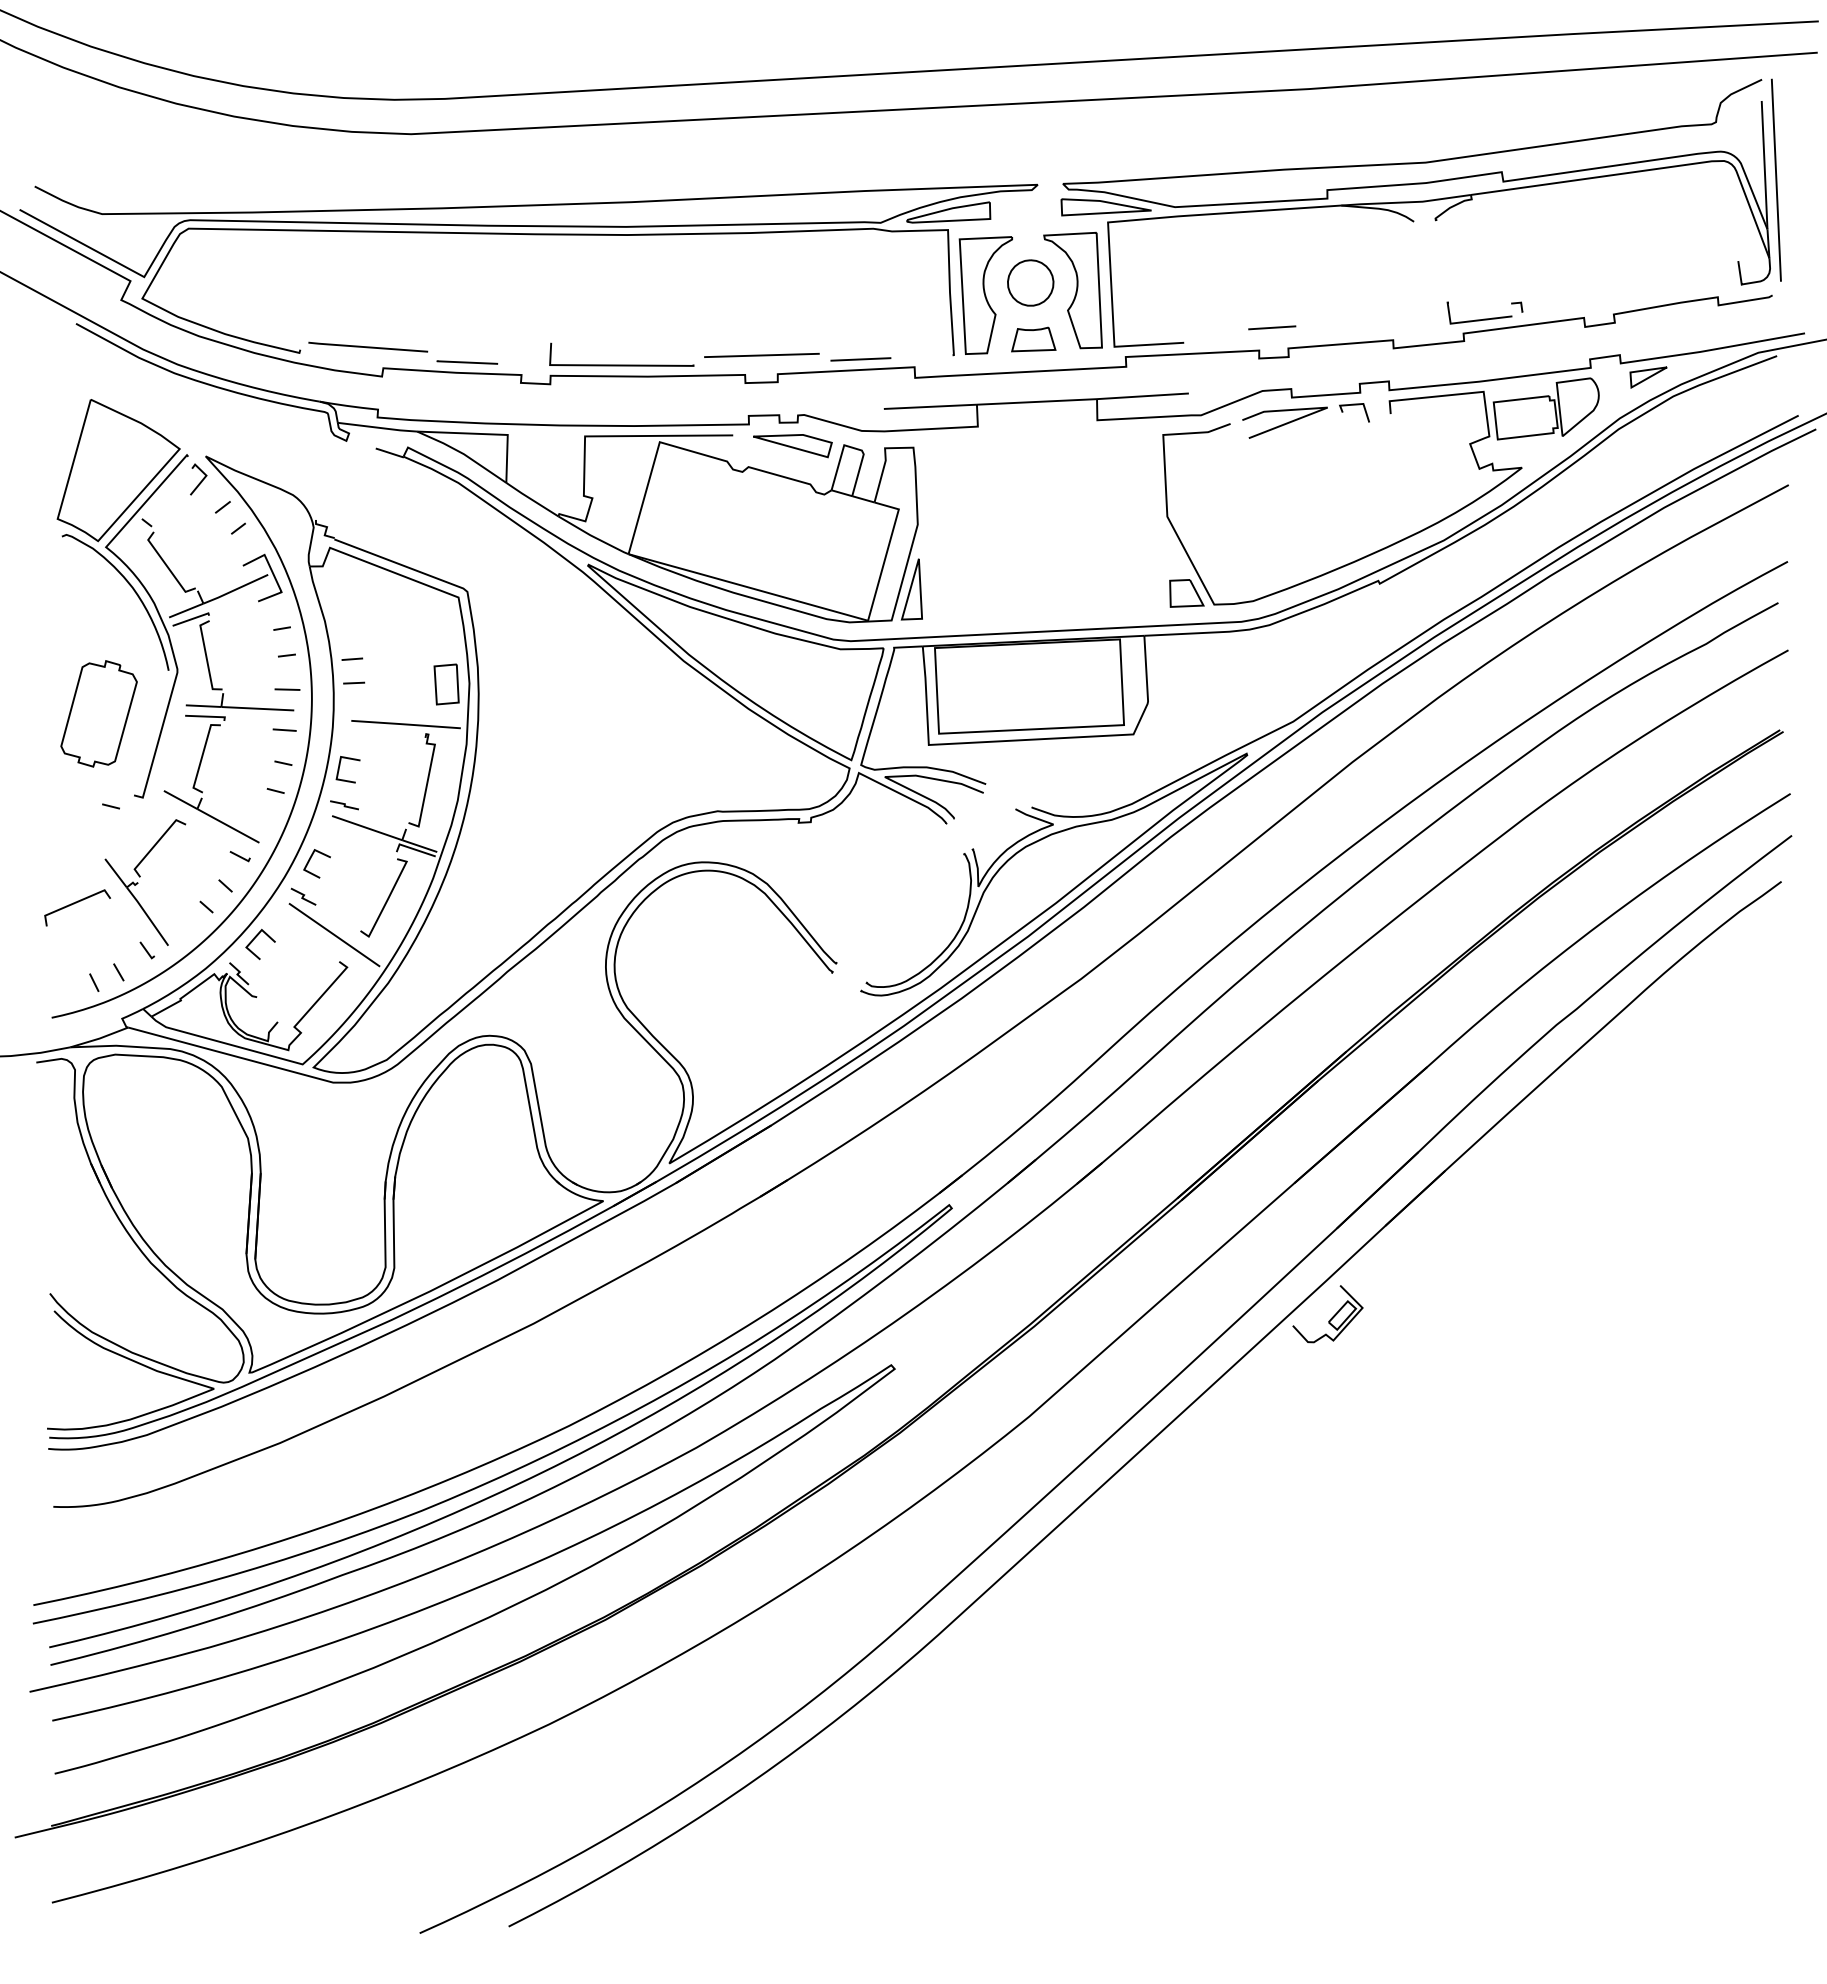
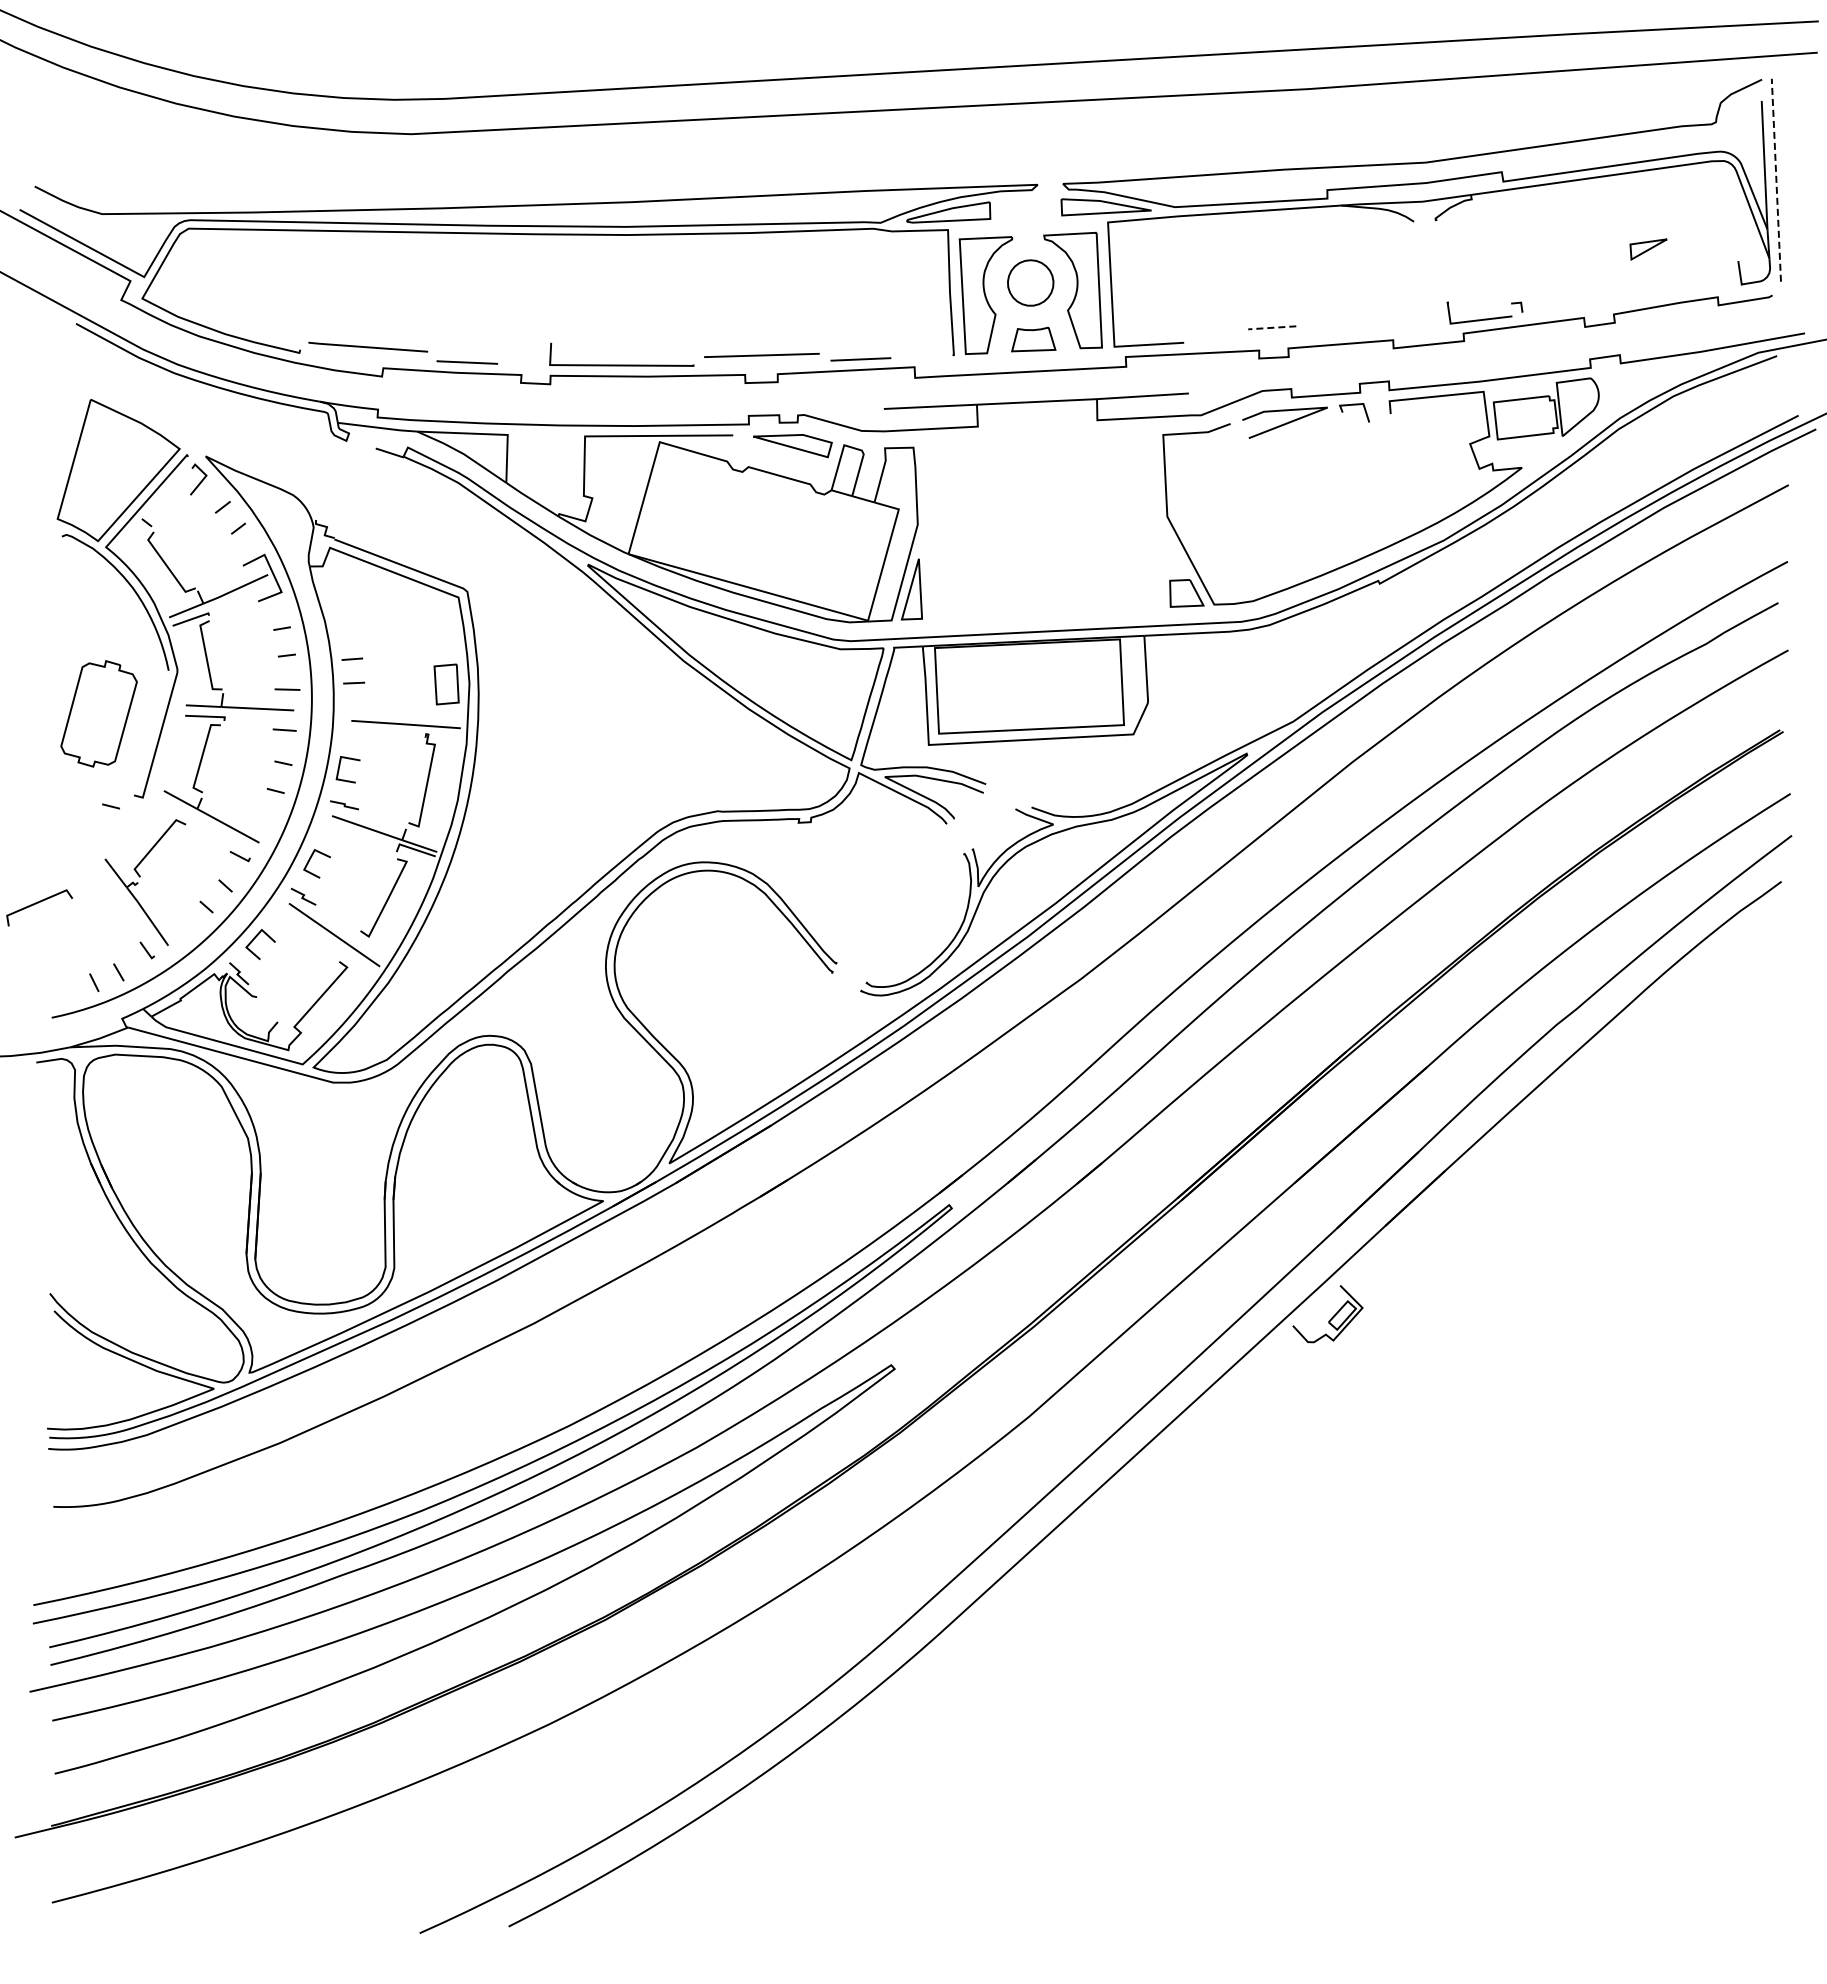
line at (1776, 180): solid -> dashed
line at (1271, 327): solid -> dashed
part at (1648, 377) position: (1648, 377) -> (1648, 249)
line at (76, 903) position: (76, 903) -> (38, 903)
